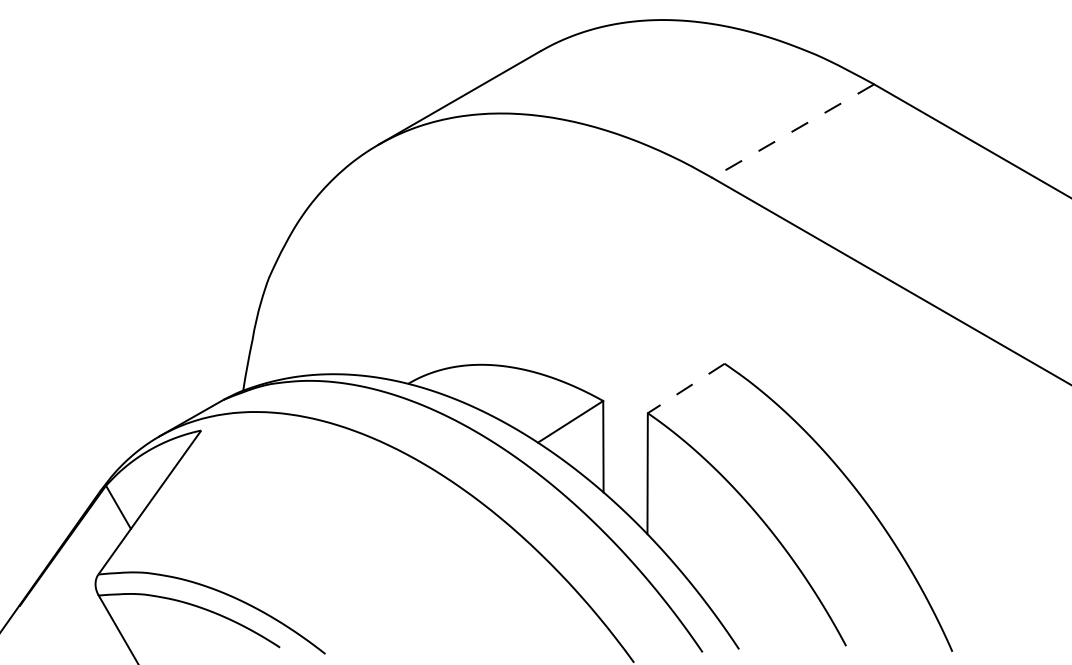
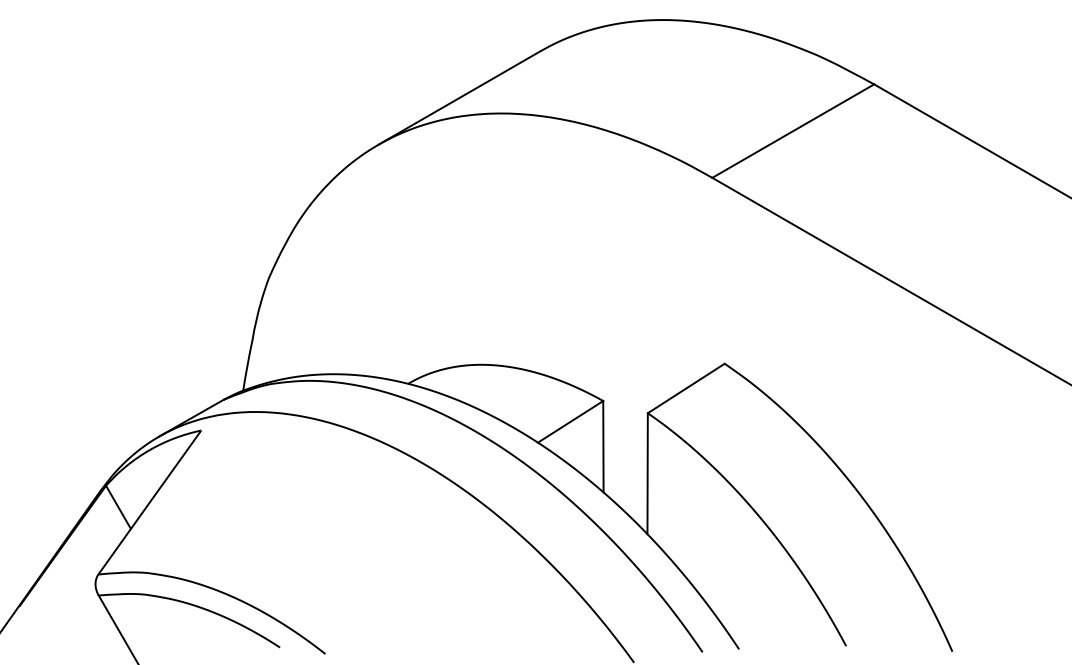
line at (792, 131): dashed -> solid
line at (686, 388): dashed -> solid
